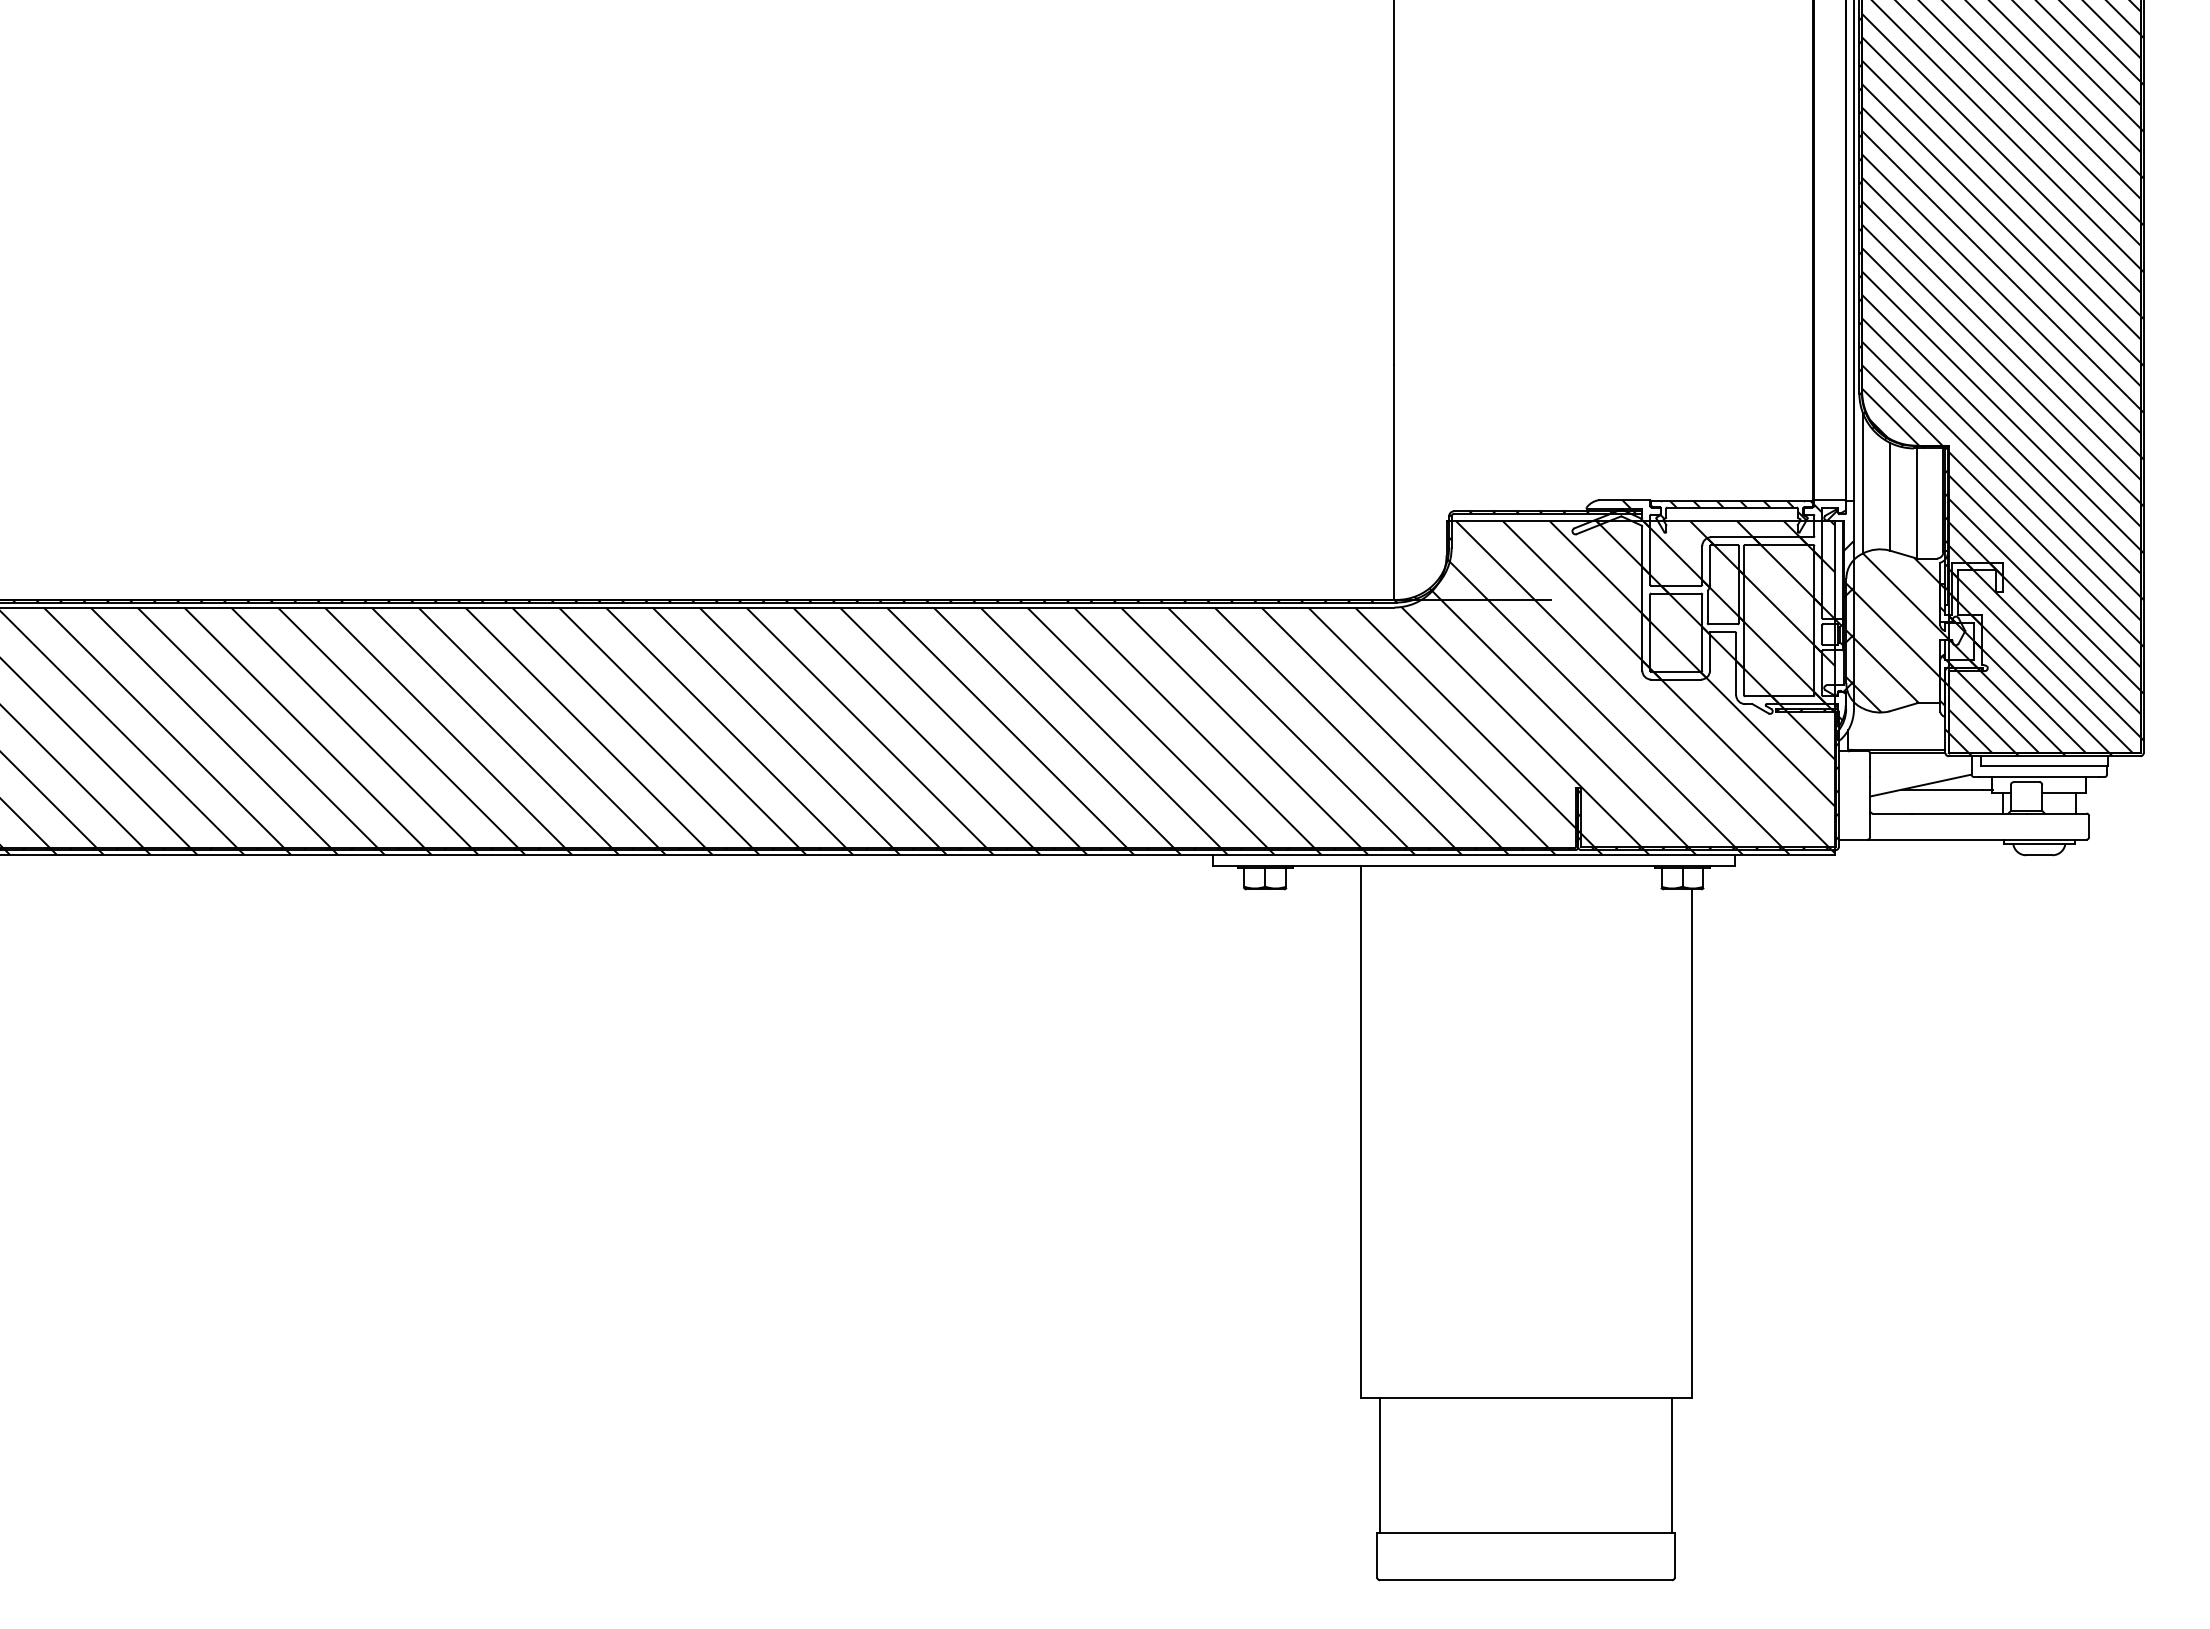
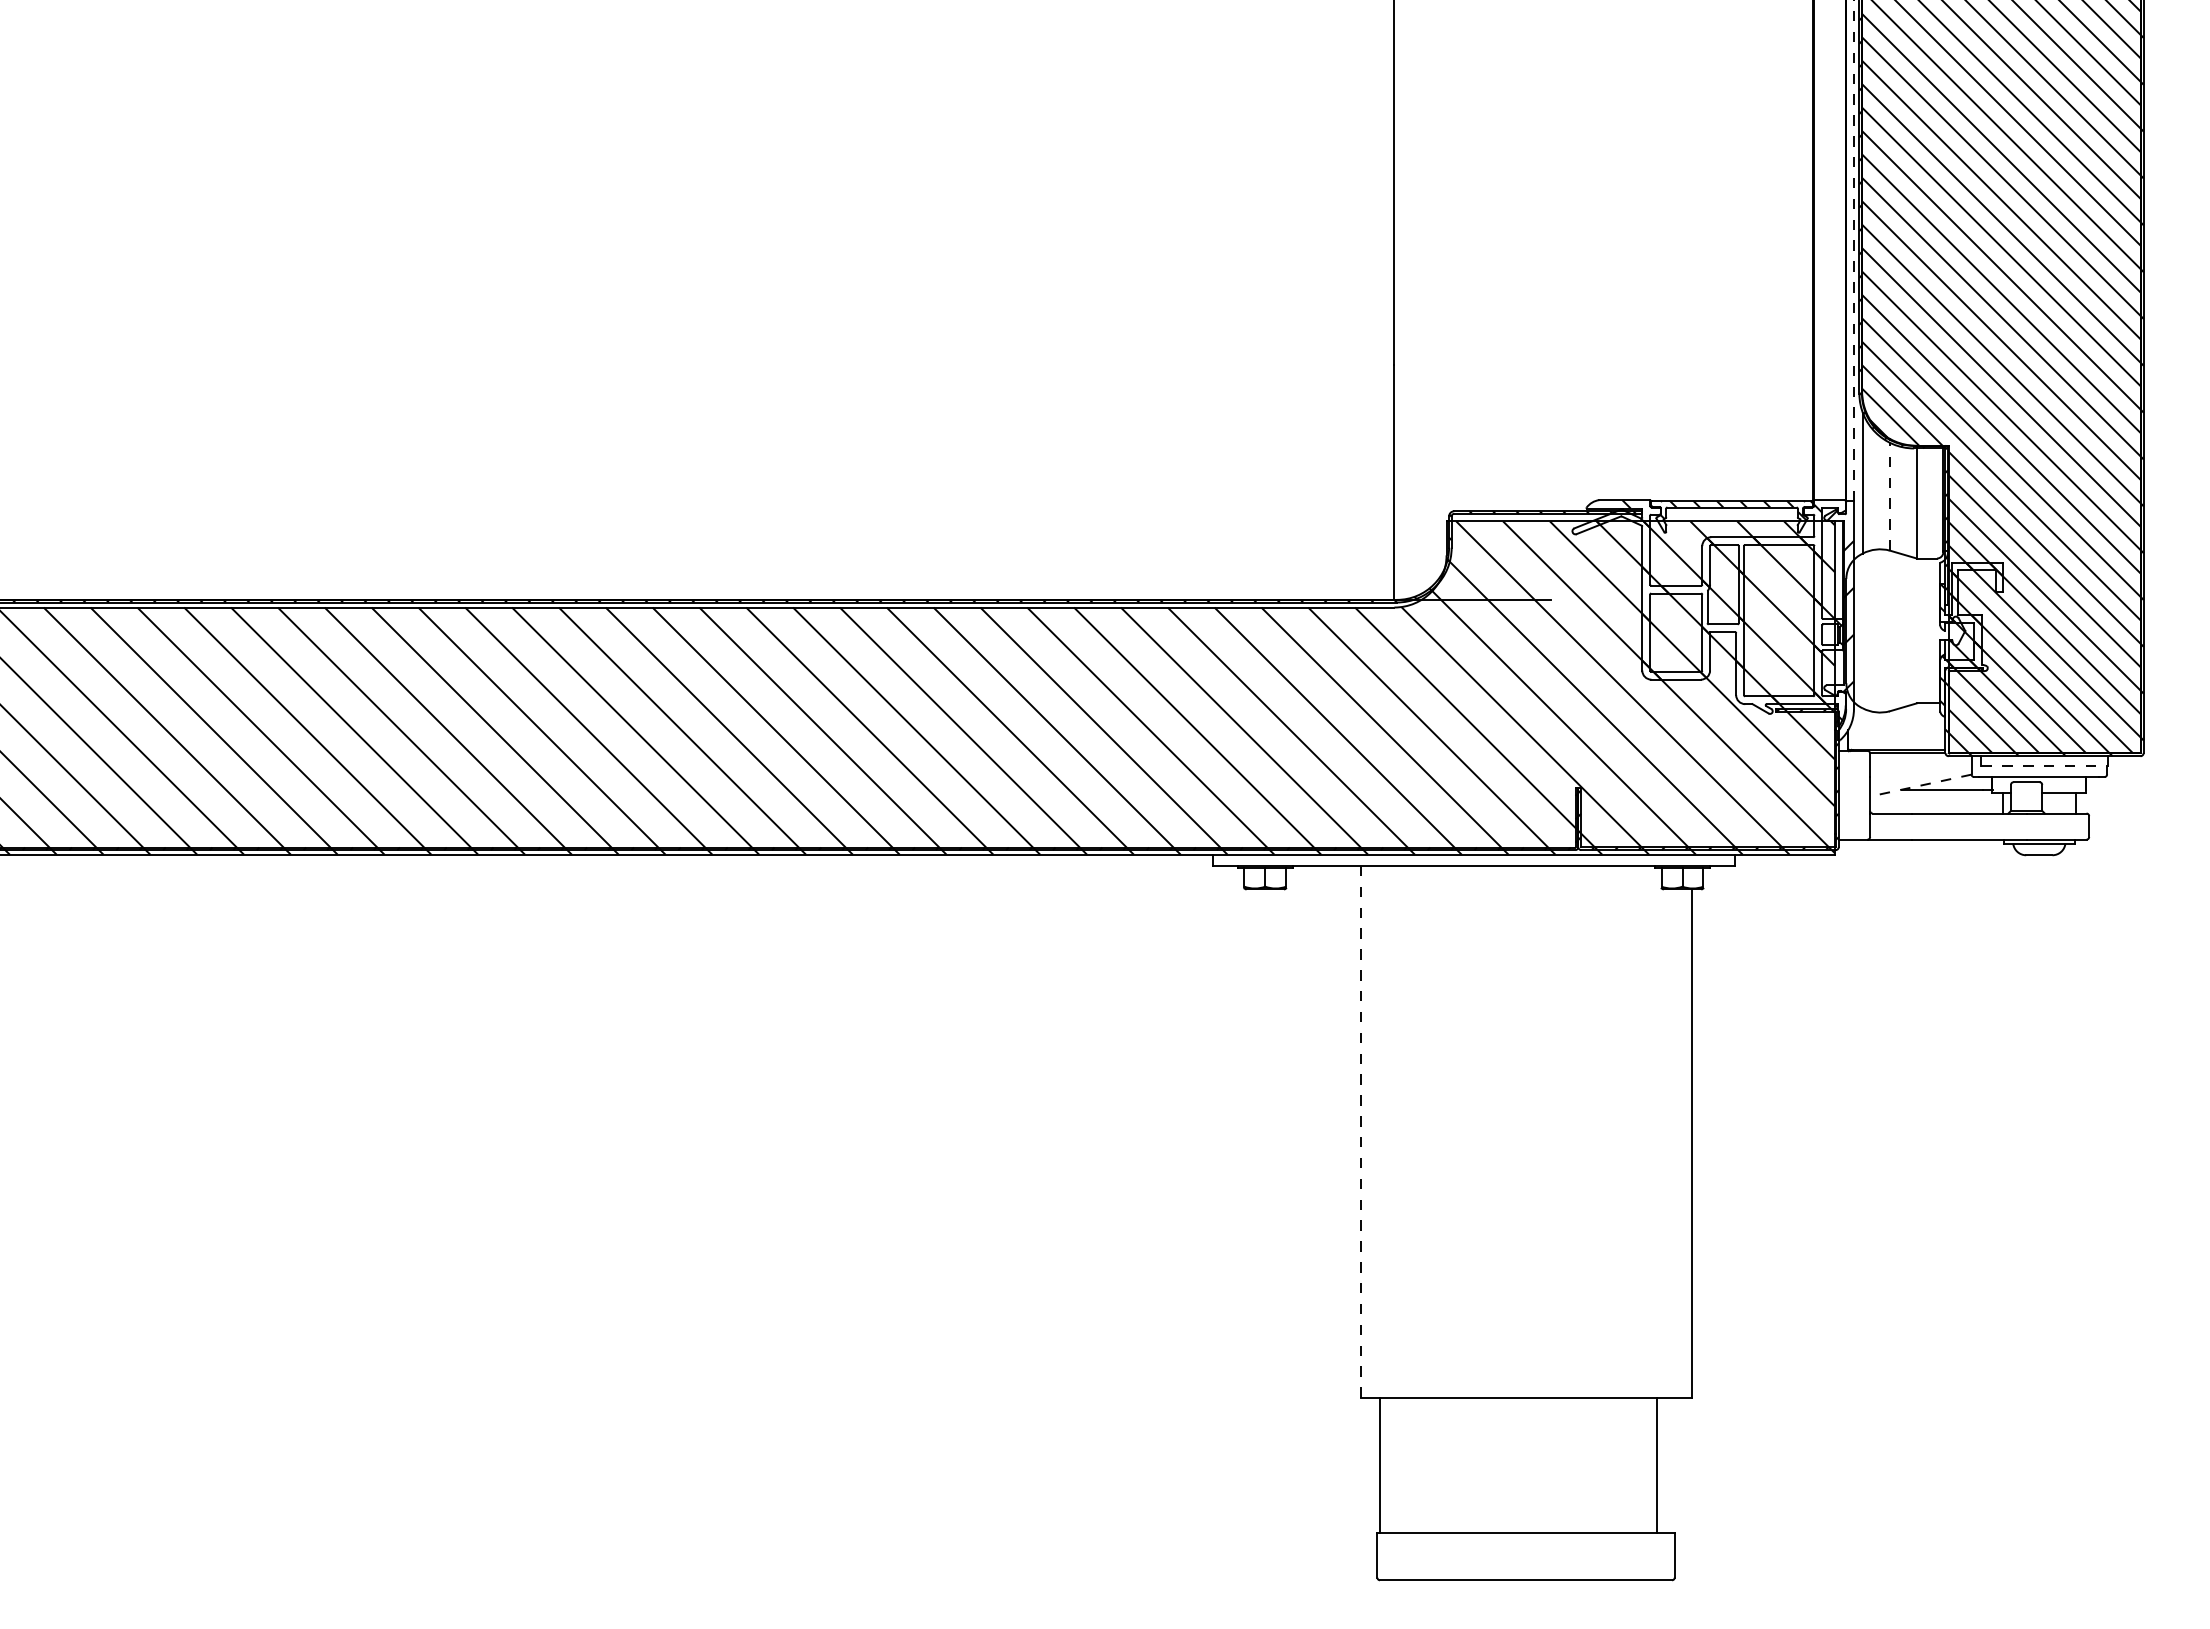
line at (1853, 250): solid -> dashed
line at (1889, 496): solid -> dashed
hatch at (1900, 632): present -> none
line at (2045, 765): solid -> dashed
line at (1920, 785): solid -> dashed
line at (1360, 1131): solid -> dashed
line at (1672, 1465) position: (1672, 1465) -> (1657, 1465)
